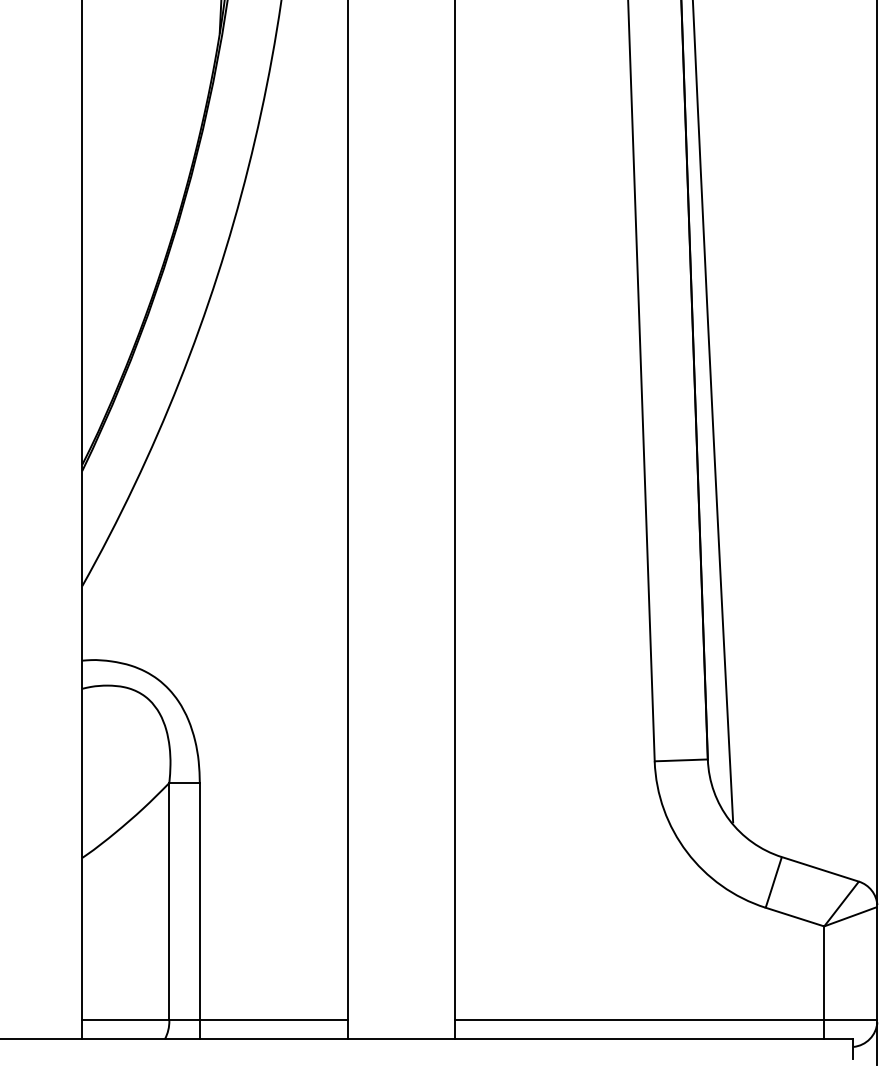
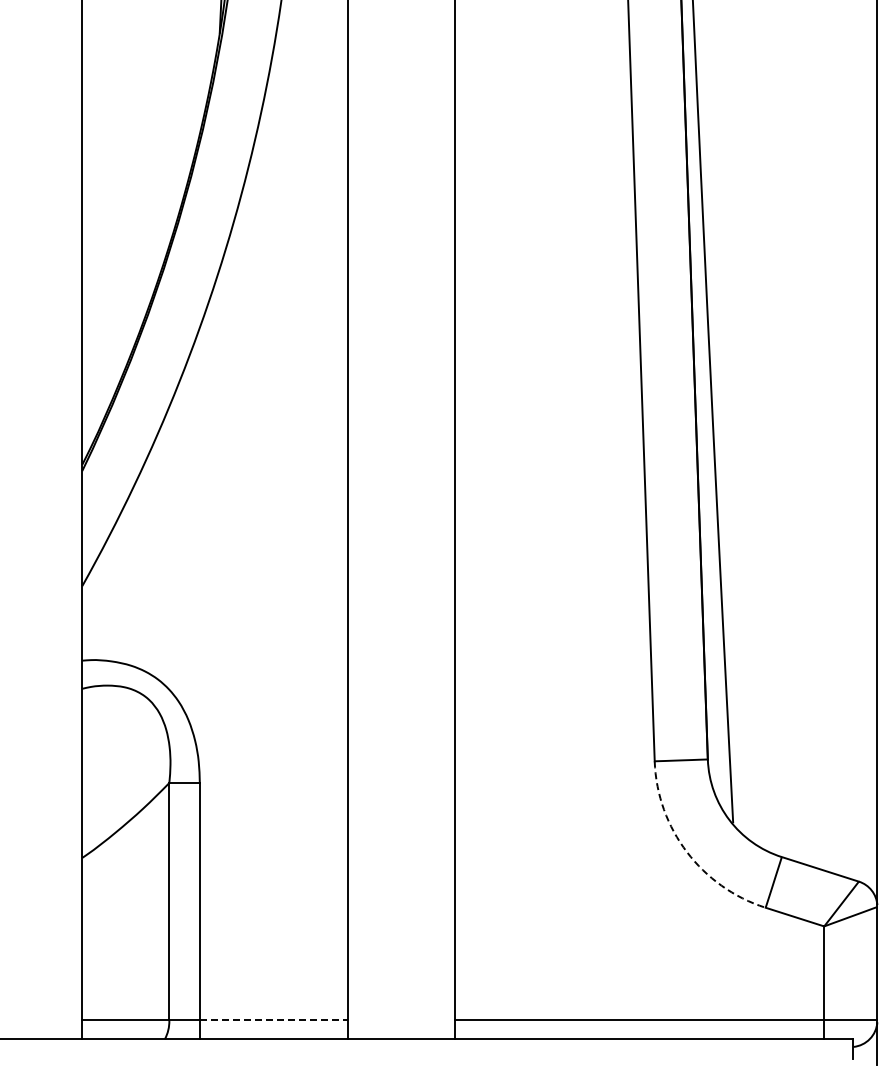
arc at (687, 852): solid -> dashed
line at (274, 1020): solid -> dashed
